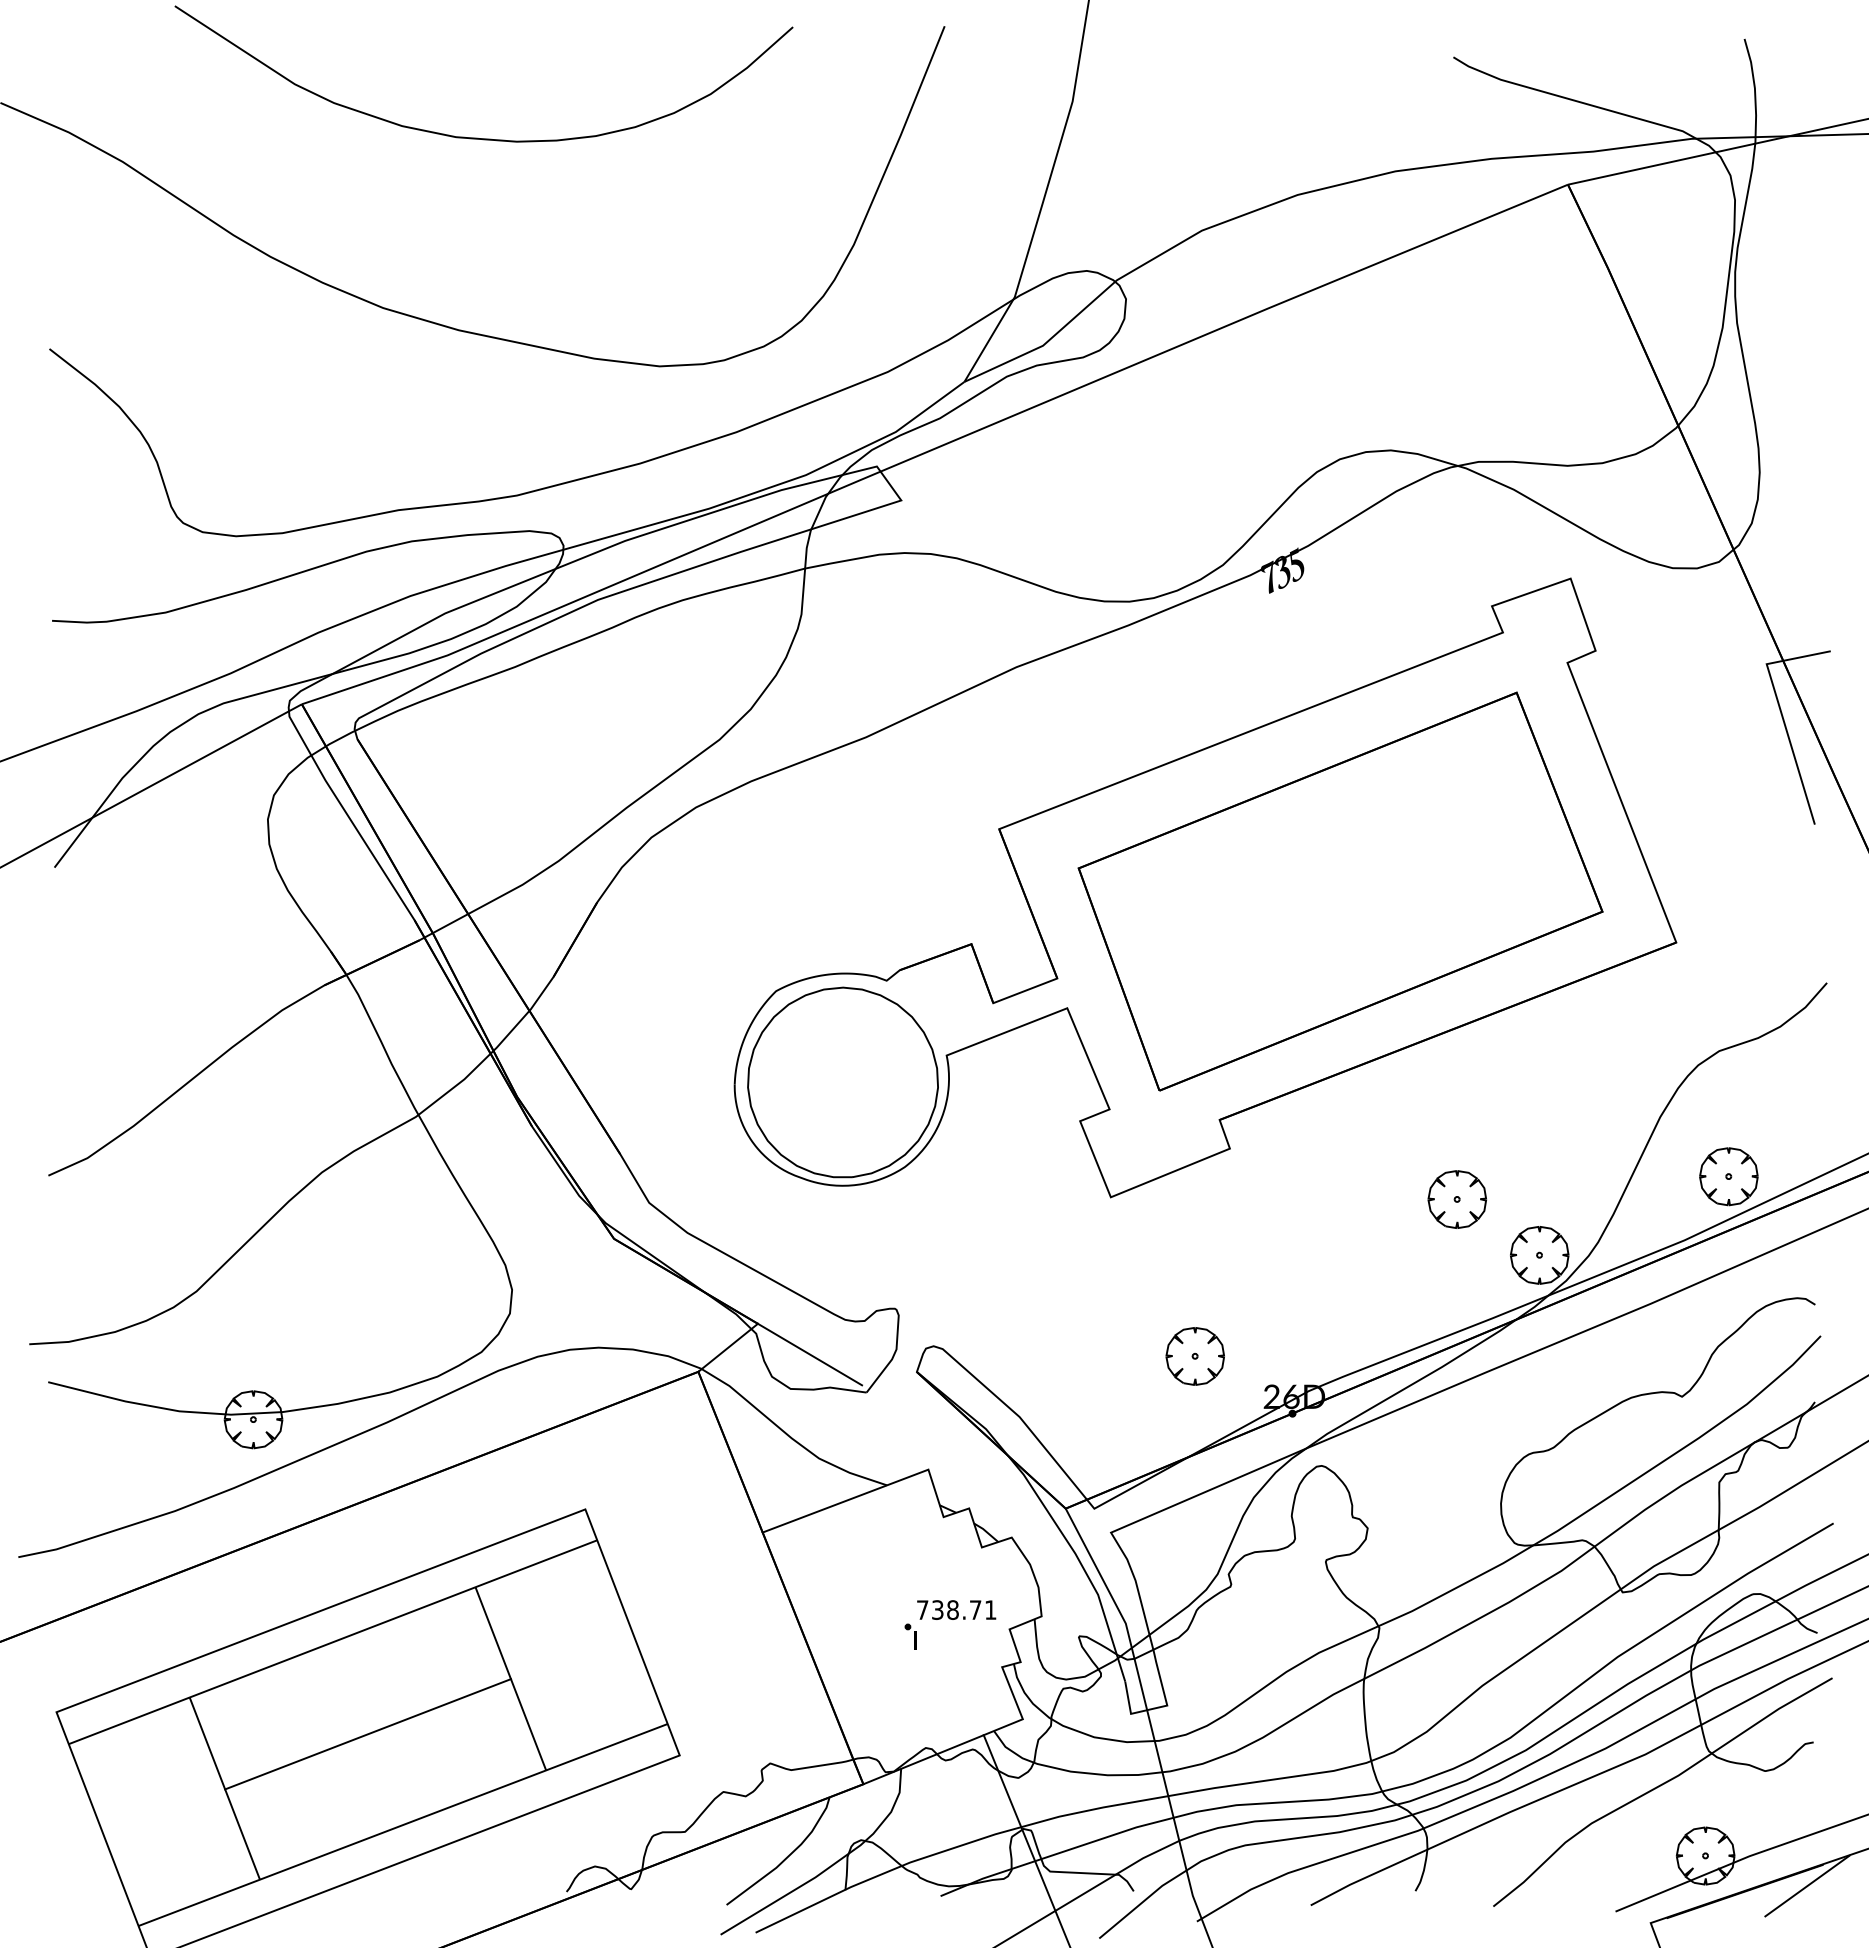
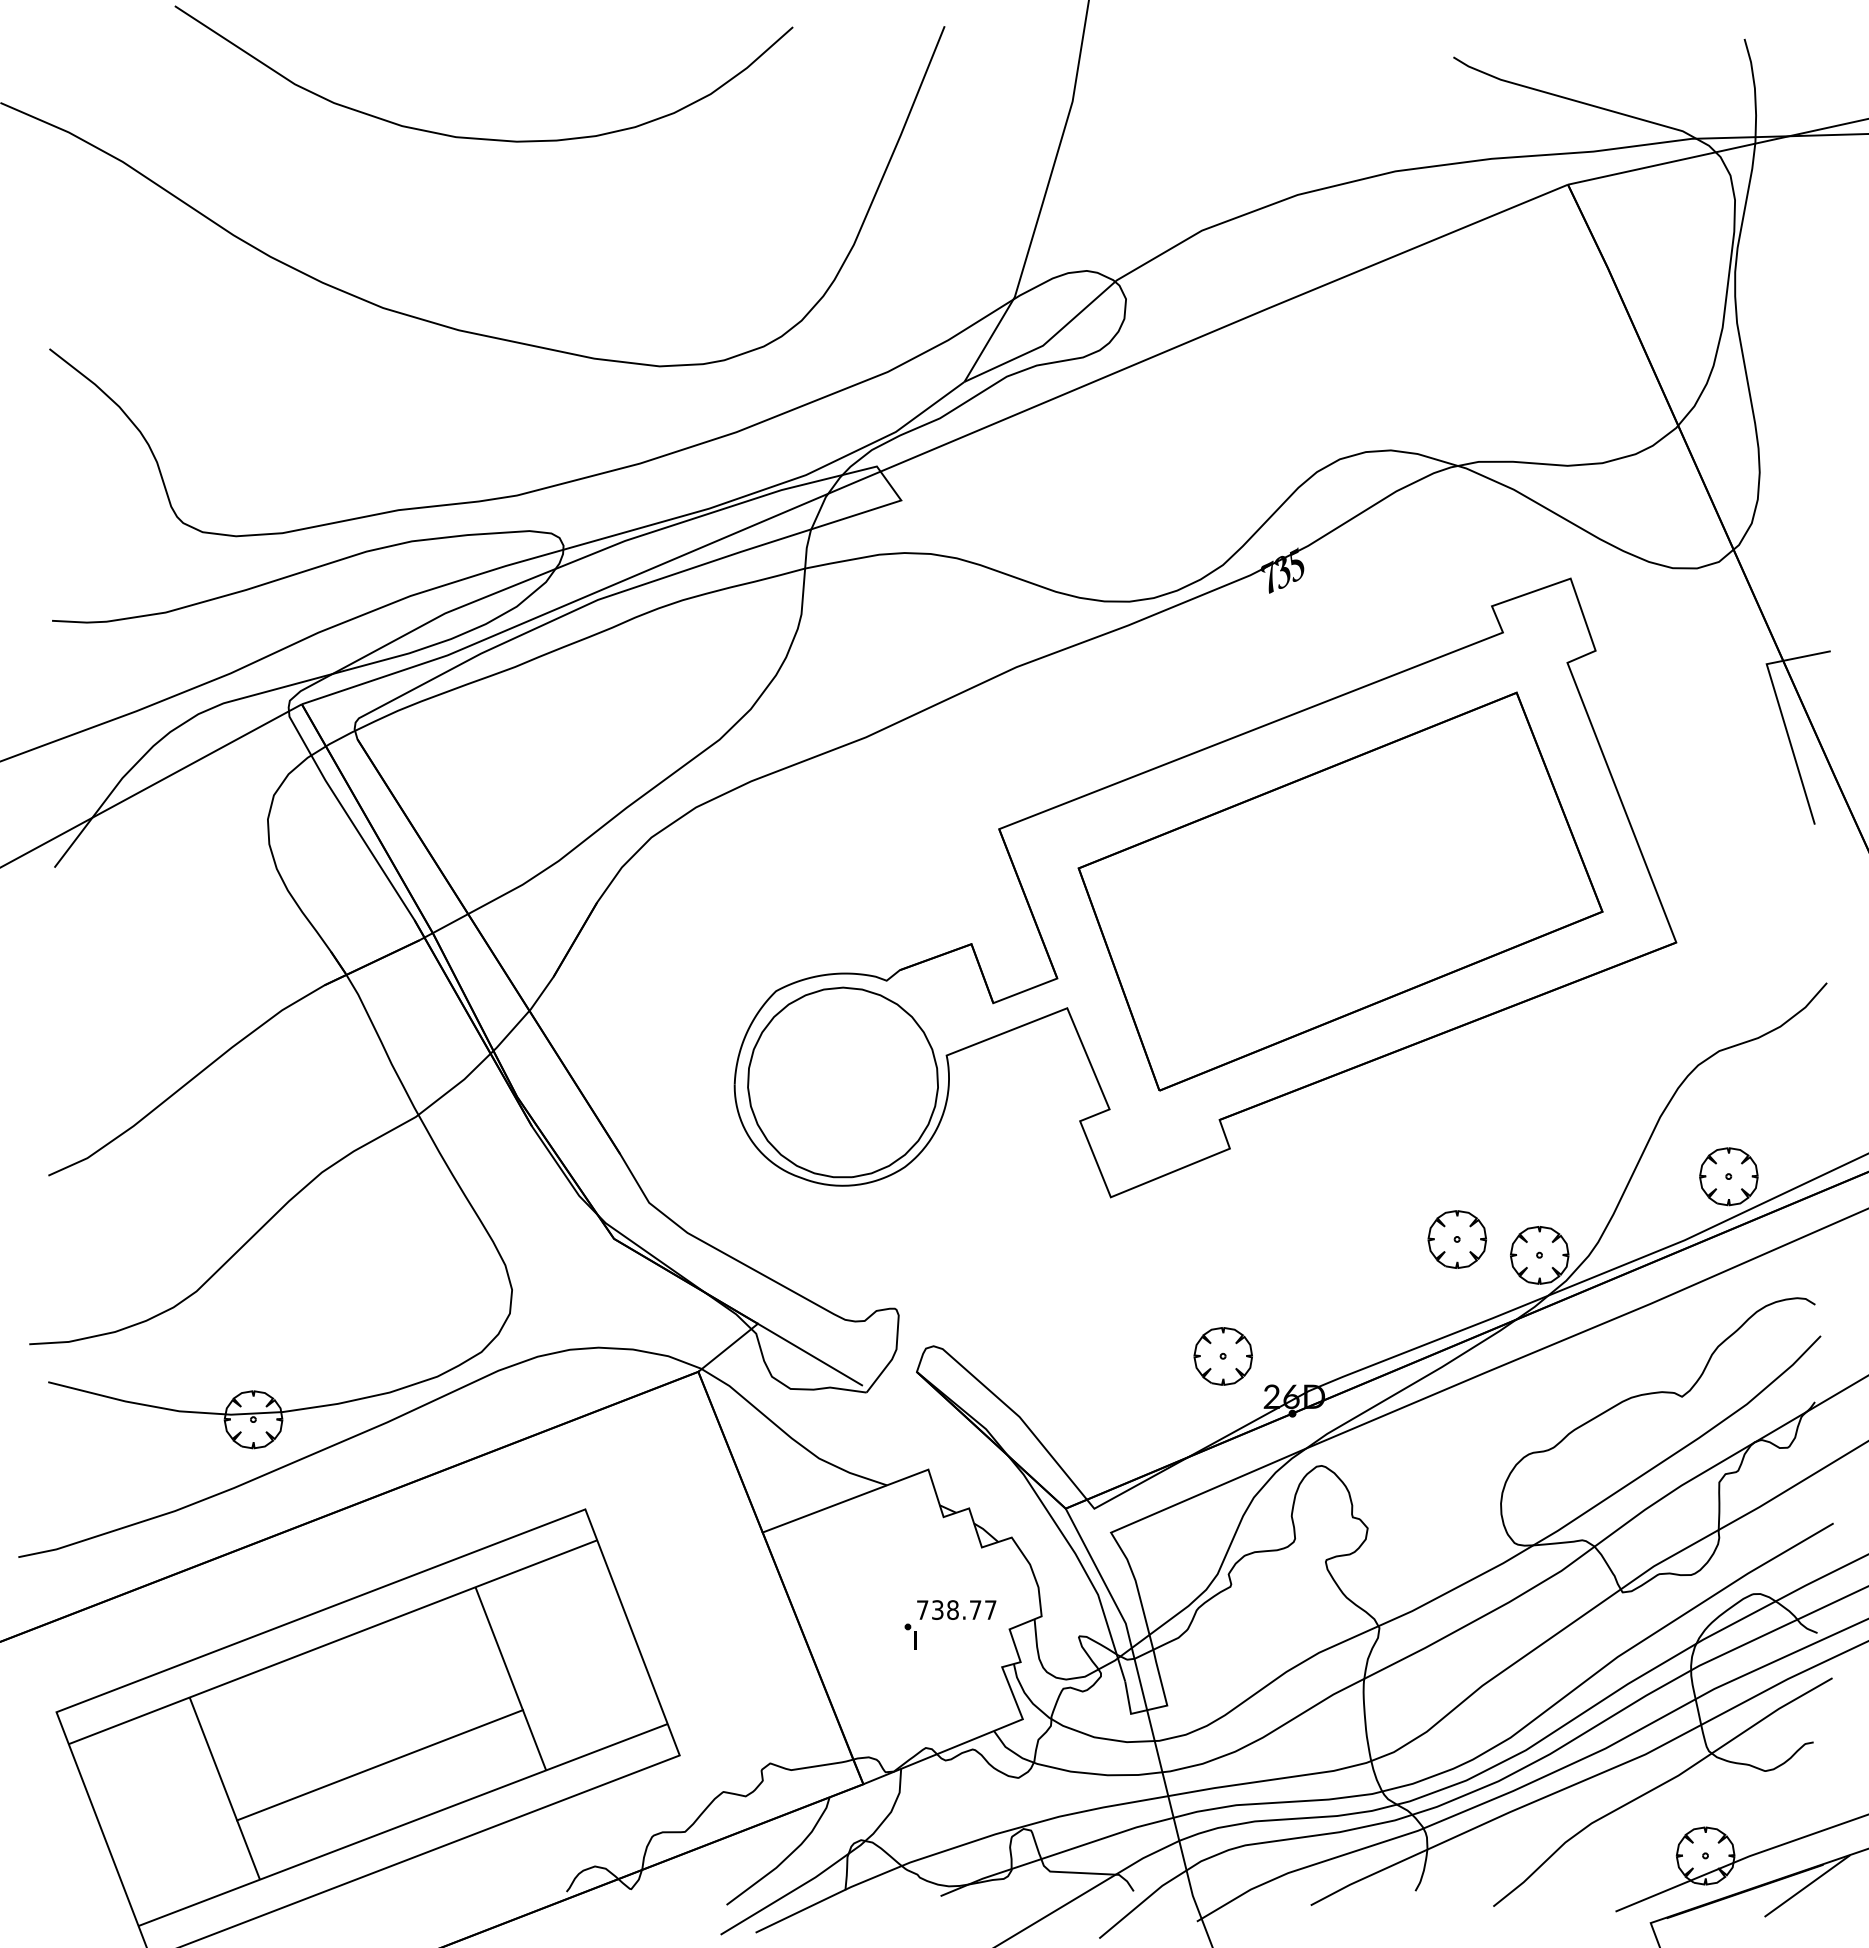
part at (1456, 1199) position: (1456, 1199) -> (1456, 1239)
part at (1194, 1356) position: (1194, 1356) -> (1222, 1356)
text at (990, 1609): 738.71 -> 738.77
line at (367, 1734) position: (367, 1734) -> (379, 1765)
line at (1026, 1839): present -> none
